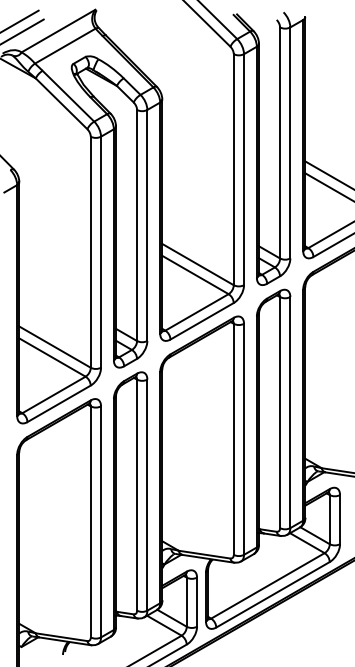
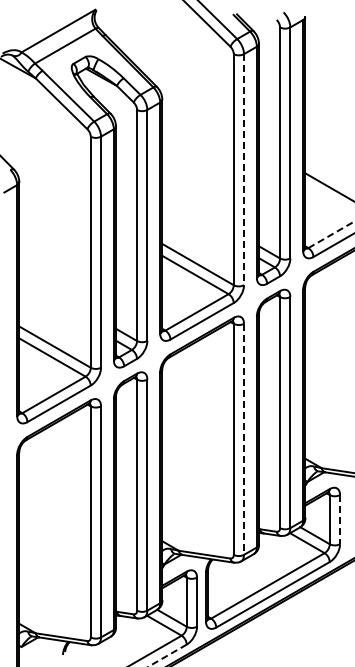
line at (20, 20): present -> none
line at (22, 31): present -> none
line at (244, 169): solid -> dashed
line at (328, 174): present -> none
line at (331, 234): solid -> dashed
line at (244, 439): solid -> dashed
line at (340, 519): solid -> dashed
line at (167, 655): solid -> dashed
